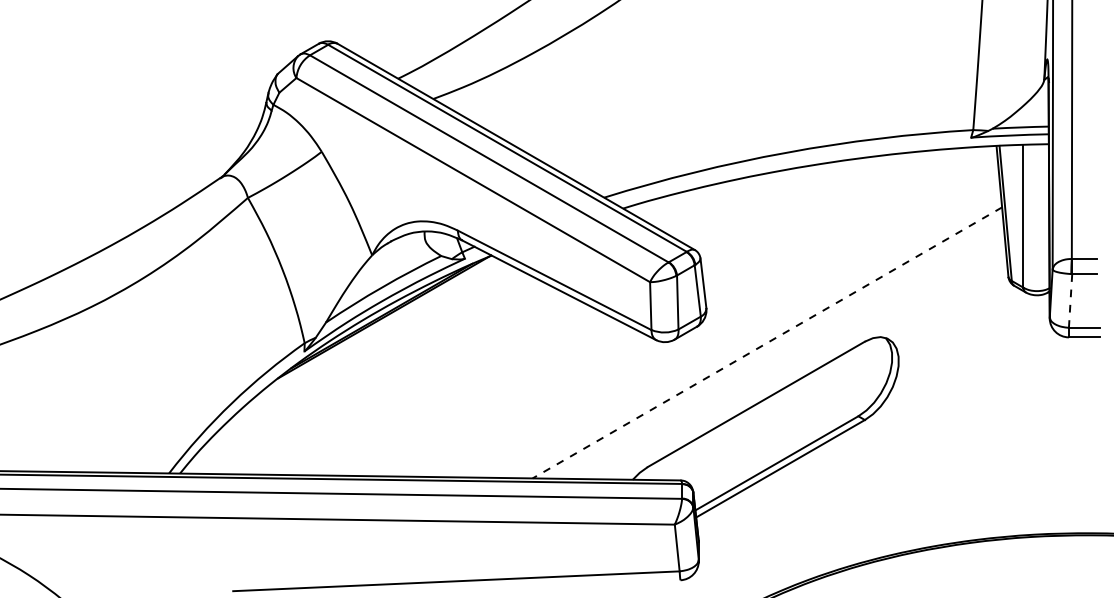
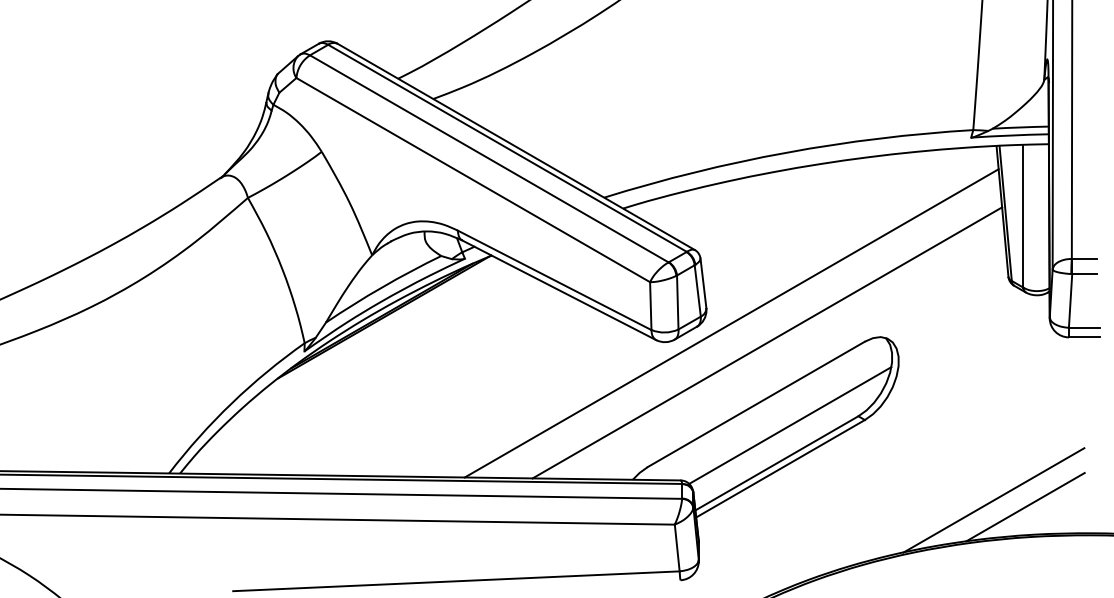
line at (1070, 300): dashed -> solid
line at (731, 323): none -> present
line at (766, 343): dashed -> solid
line at (790, 425): none -> present
line at (993, 500): none -> present
line at (1025, 506): none -> present
